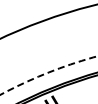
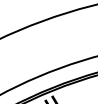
circle at (48, 75): dashed -> solid
